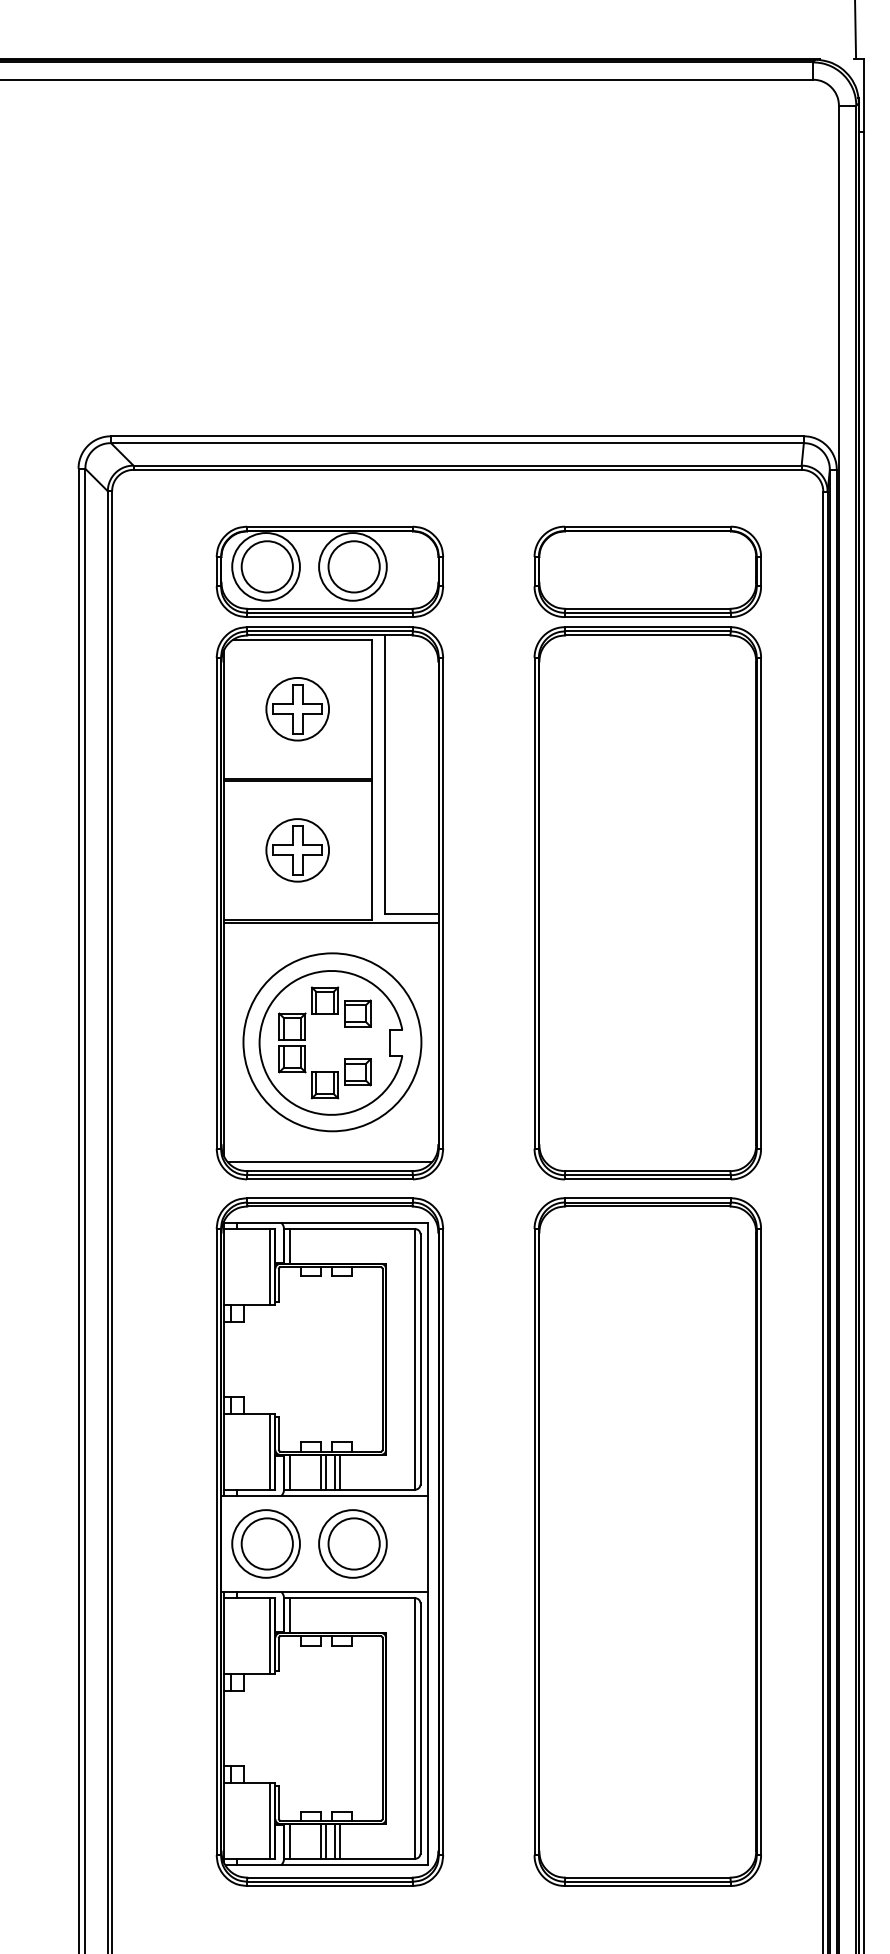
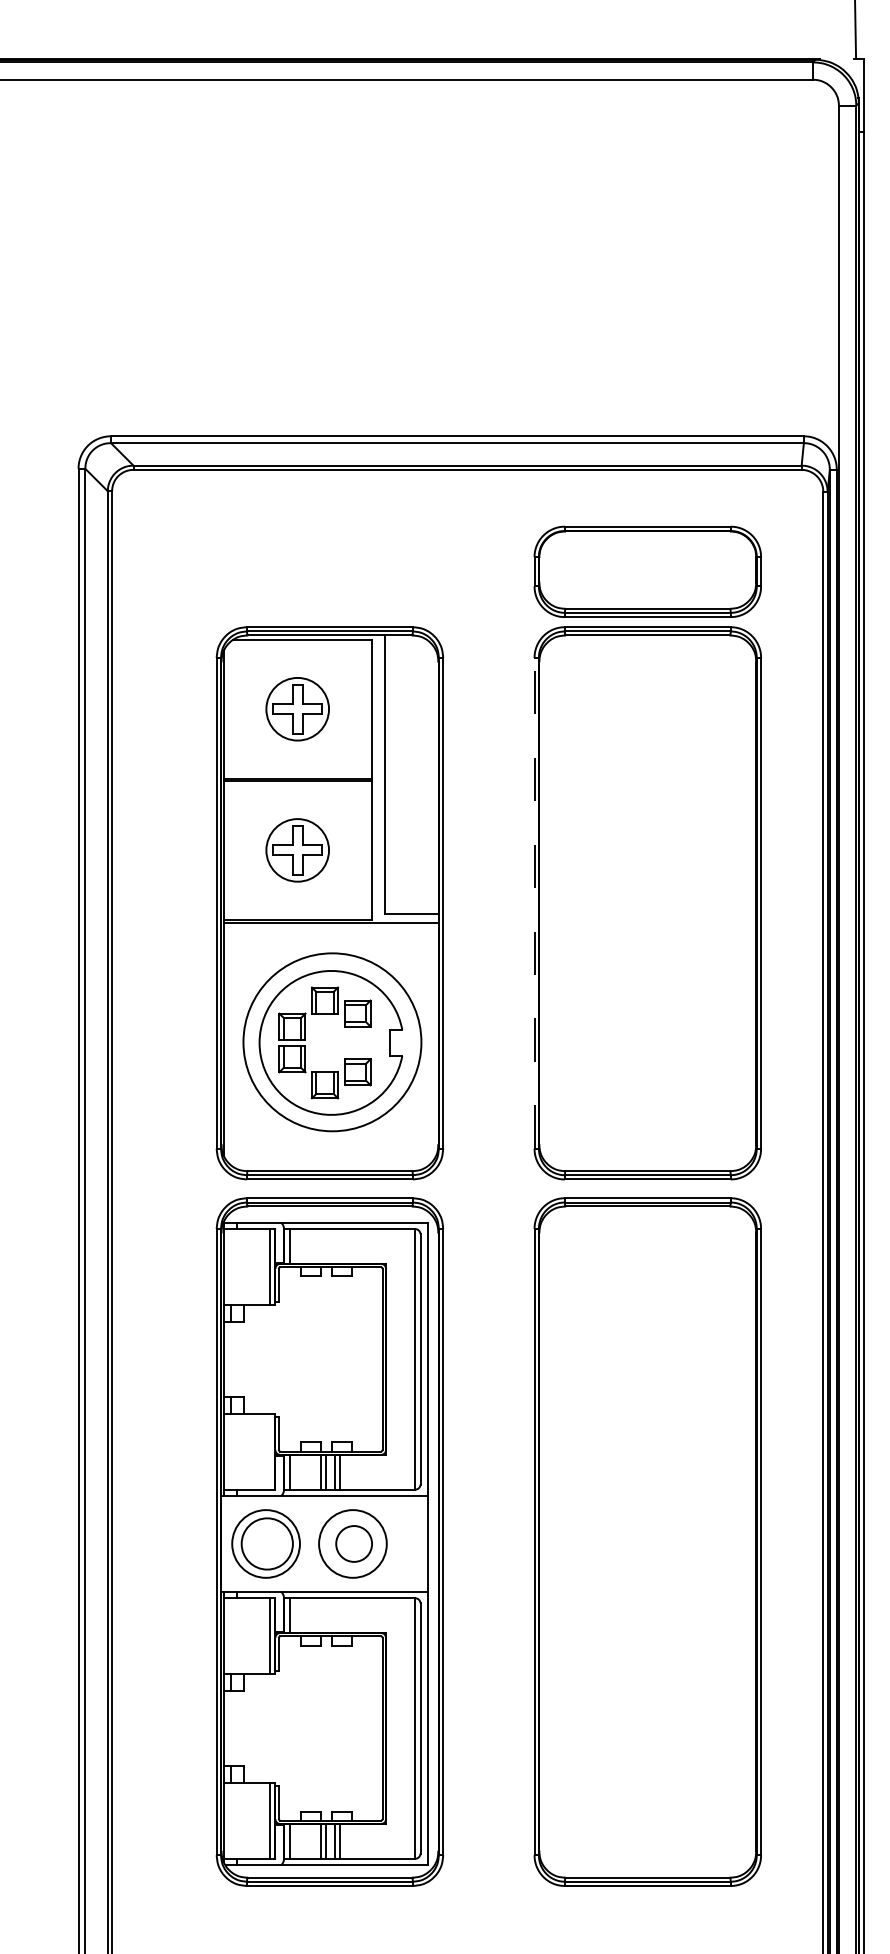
part at (329, 571): present -> none
line at (534, 902): solid -> dashed
line at (329, 1162): present -> none
line at (270, 1451): present -> none
circle at (353, 1543) diameter: 51 px -> 36 px
